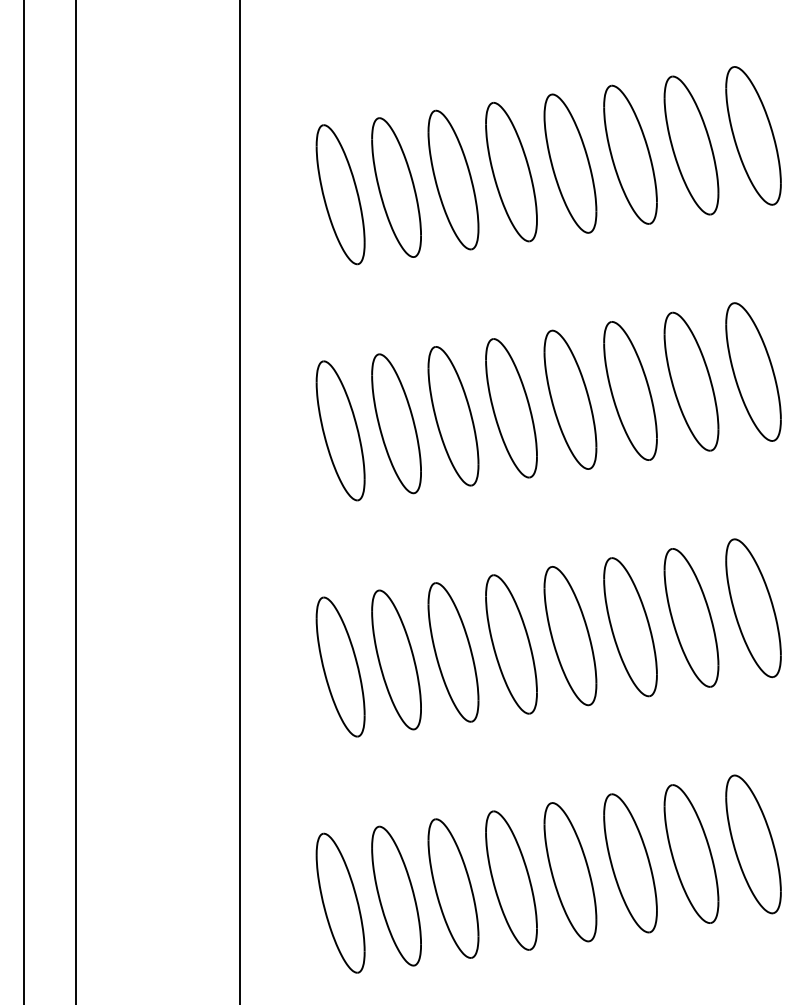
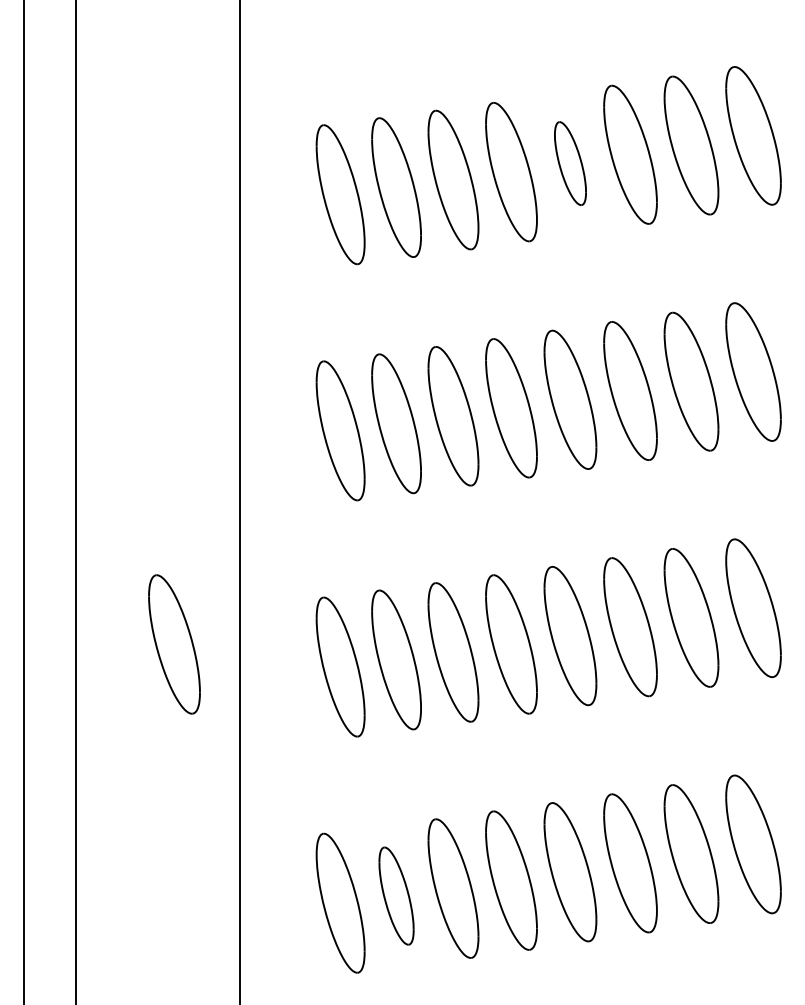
part at (570, 163) size: 55x141 px -> 33x85 px
part at (174, 644): none -> present
part at (396, 895) size: 51x142 px -> 37x100 px
